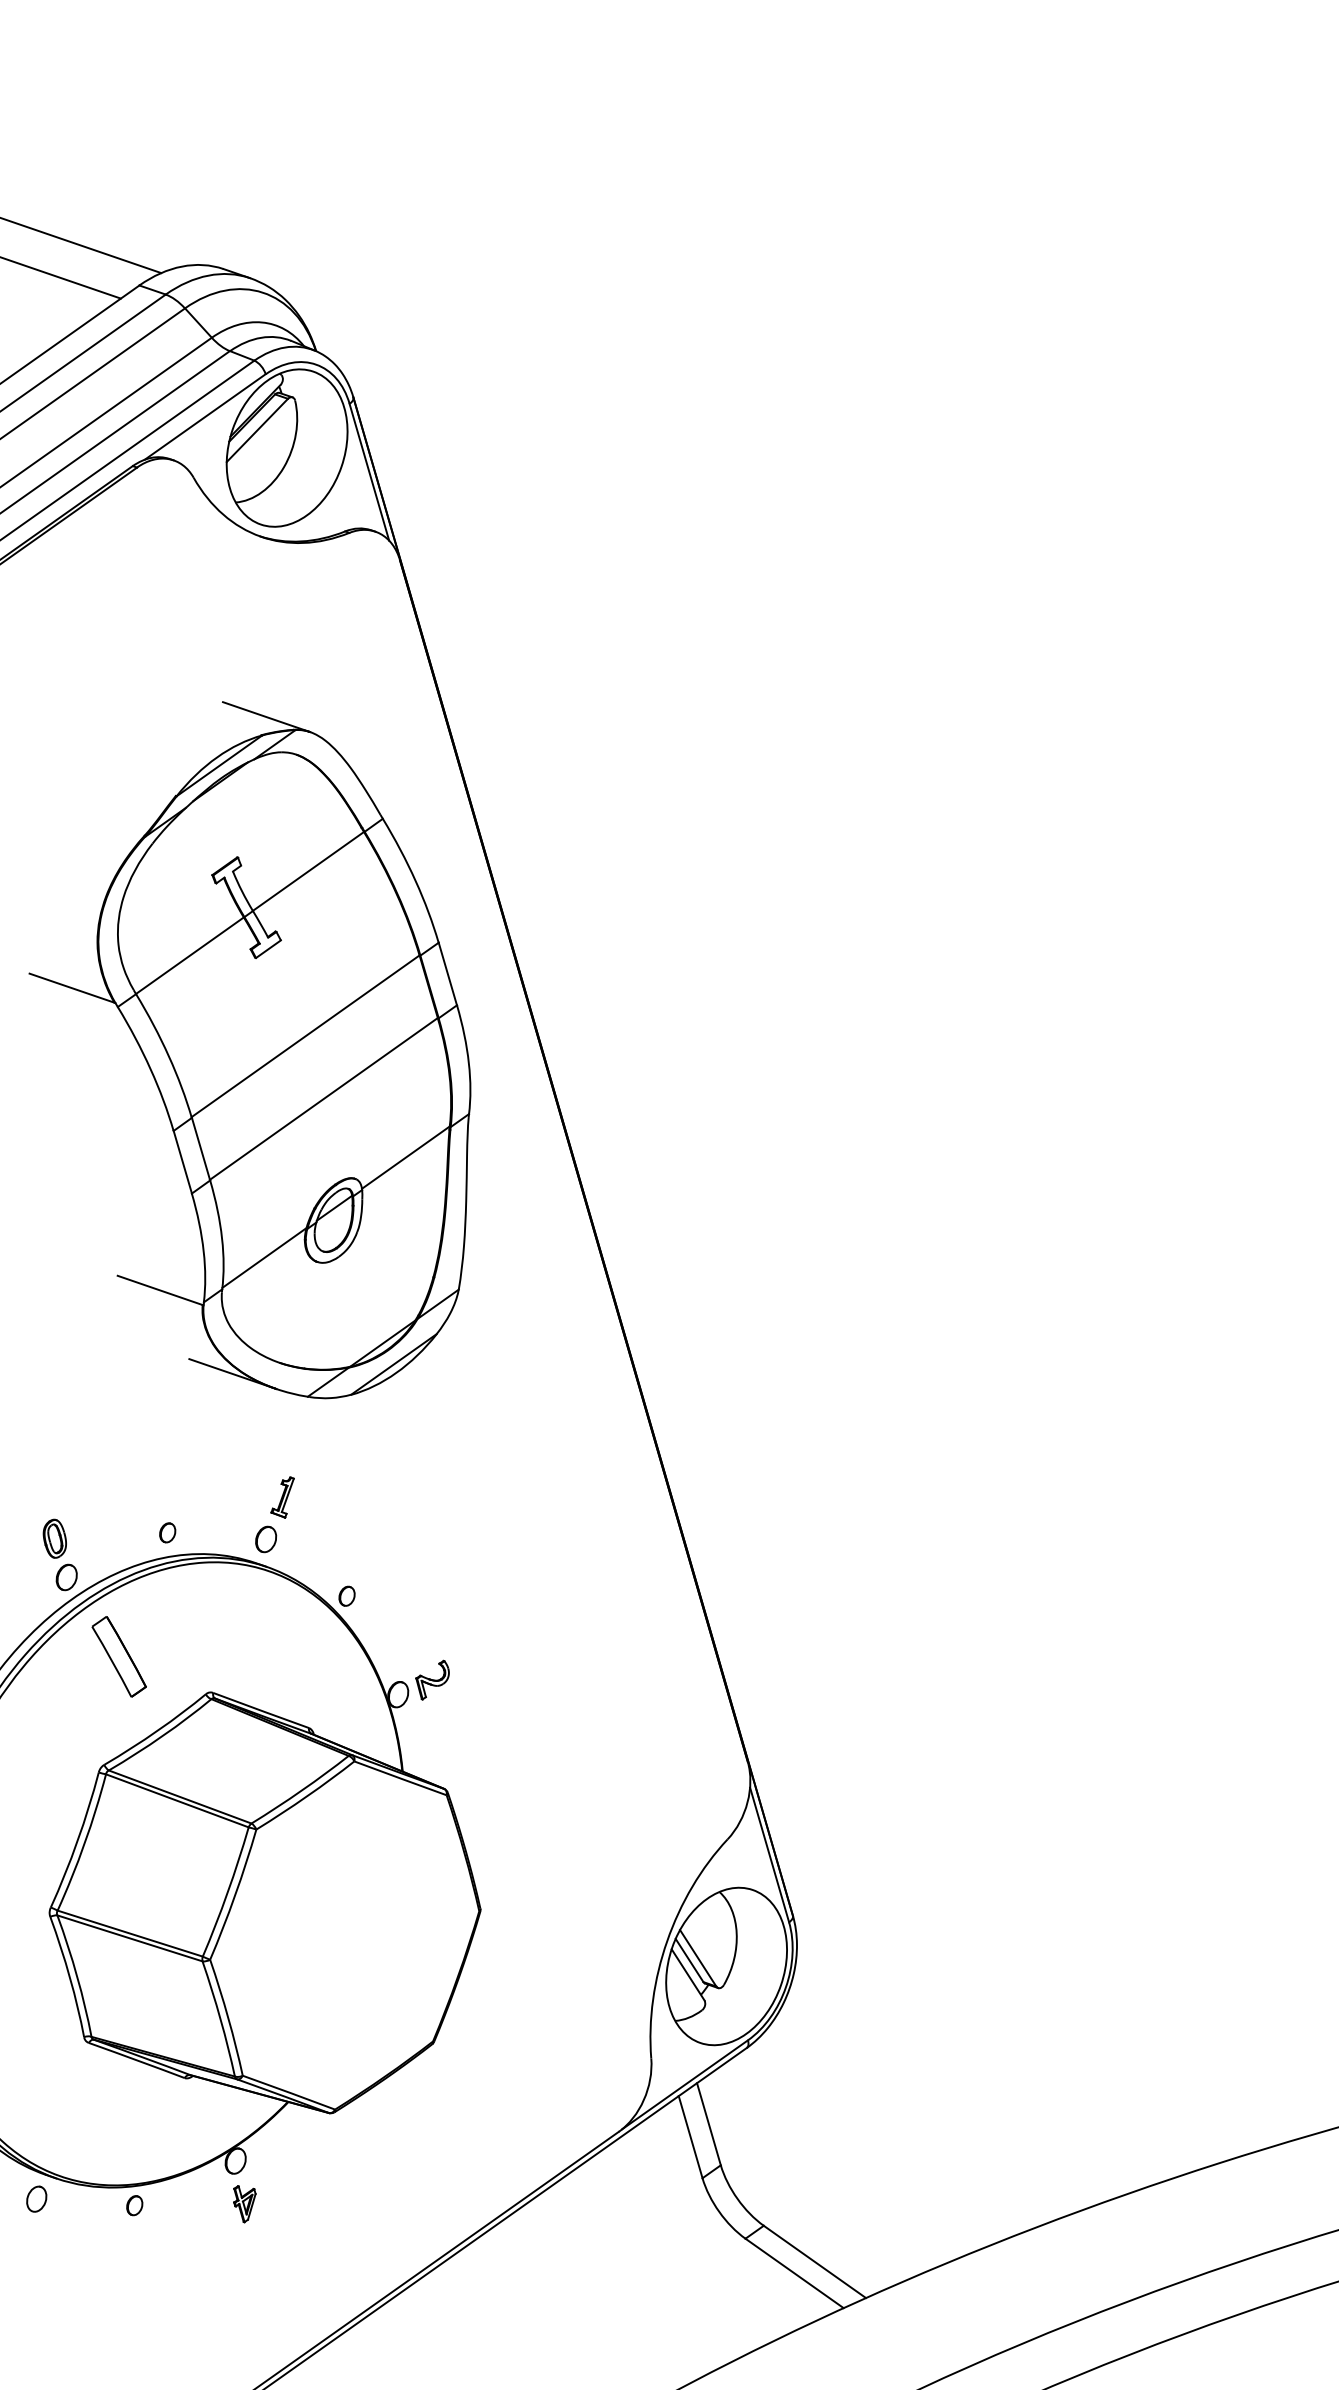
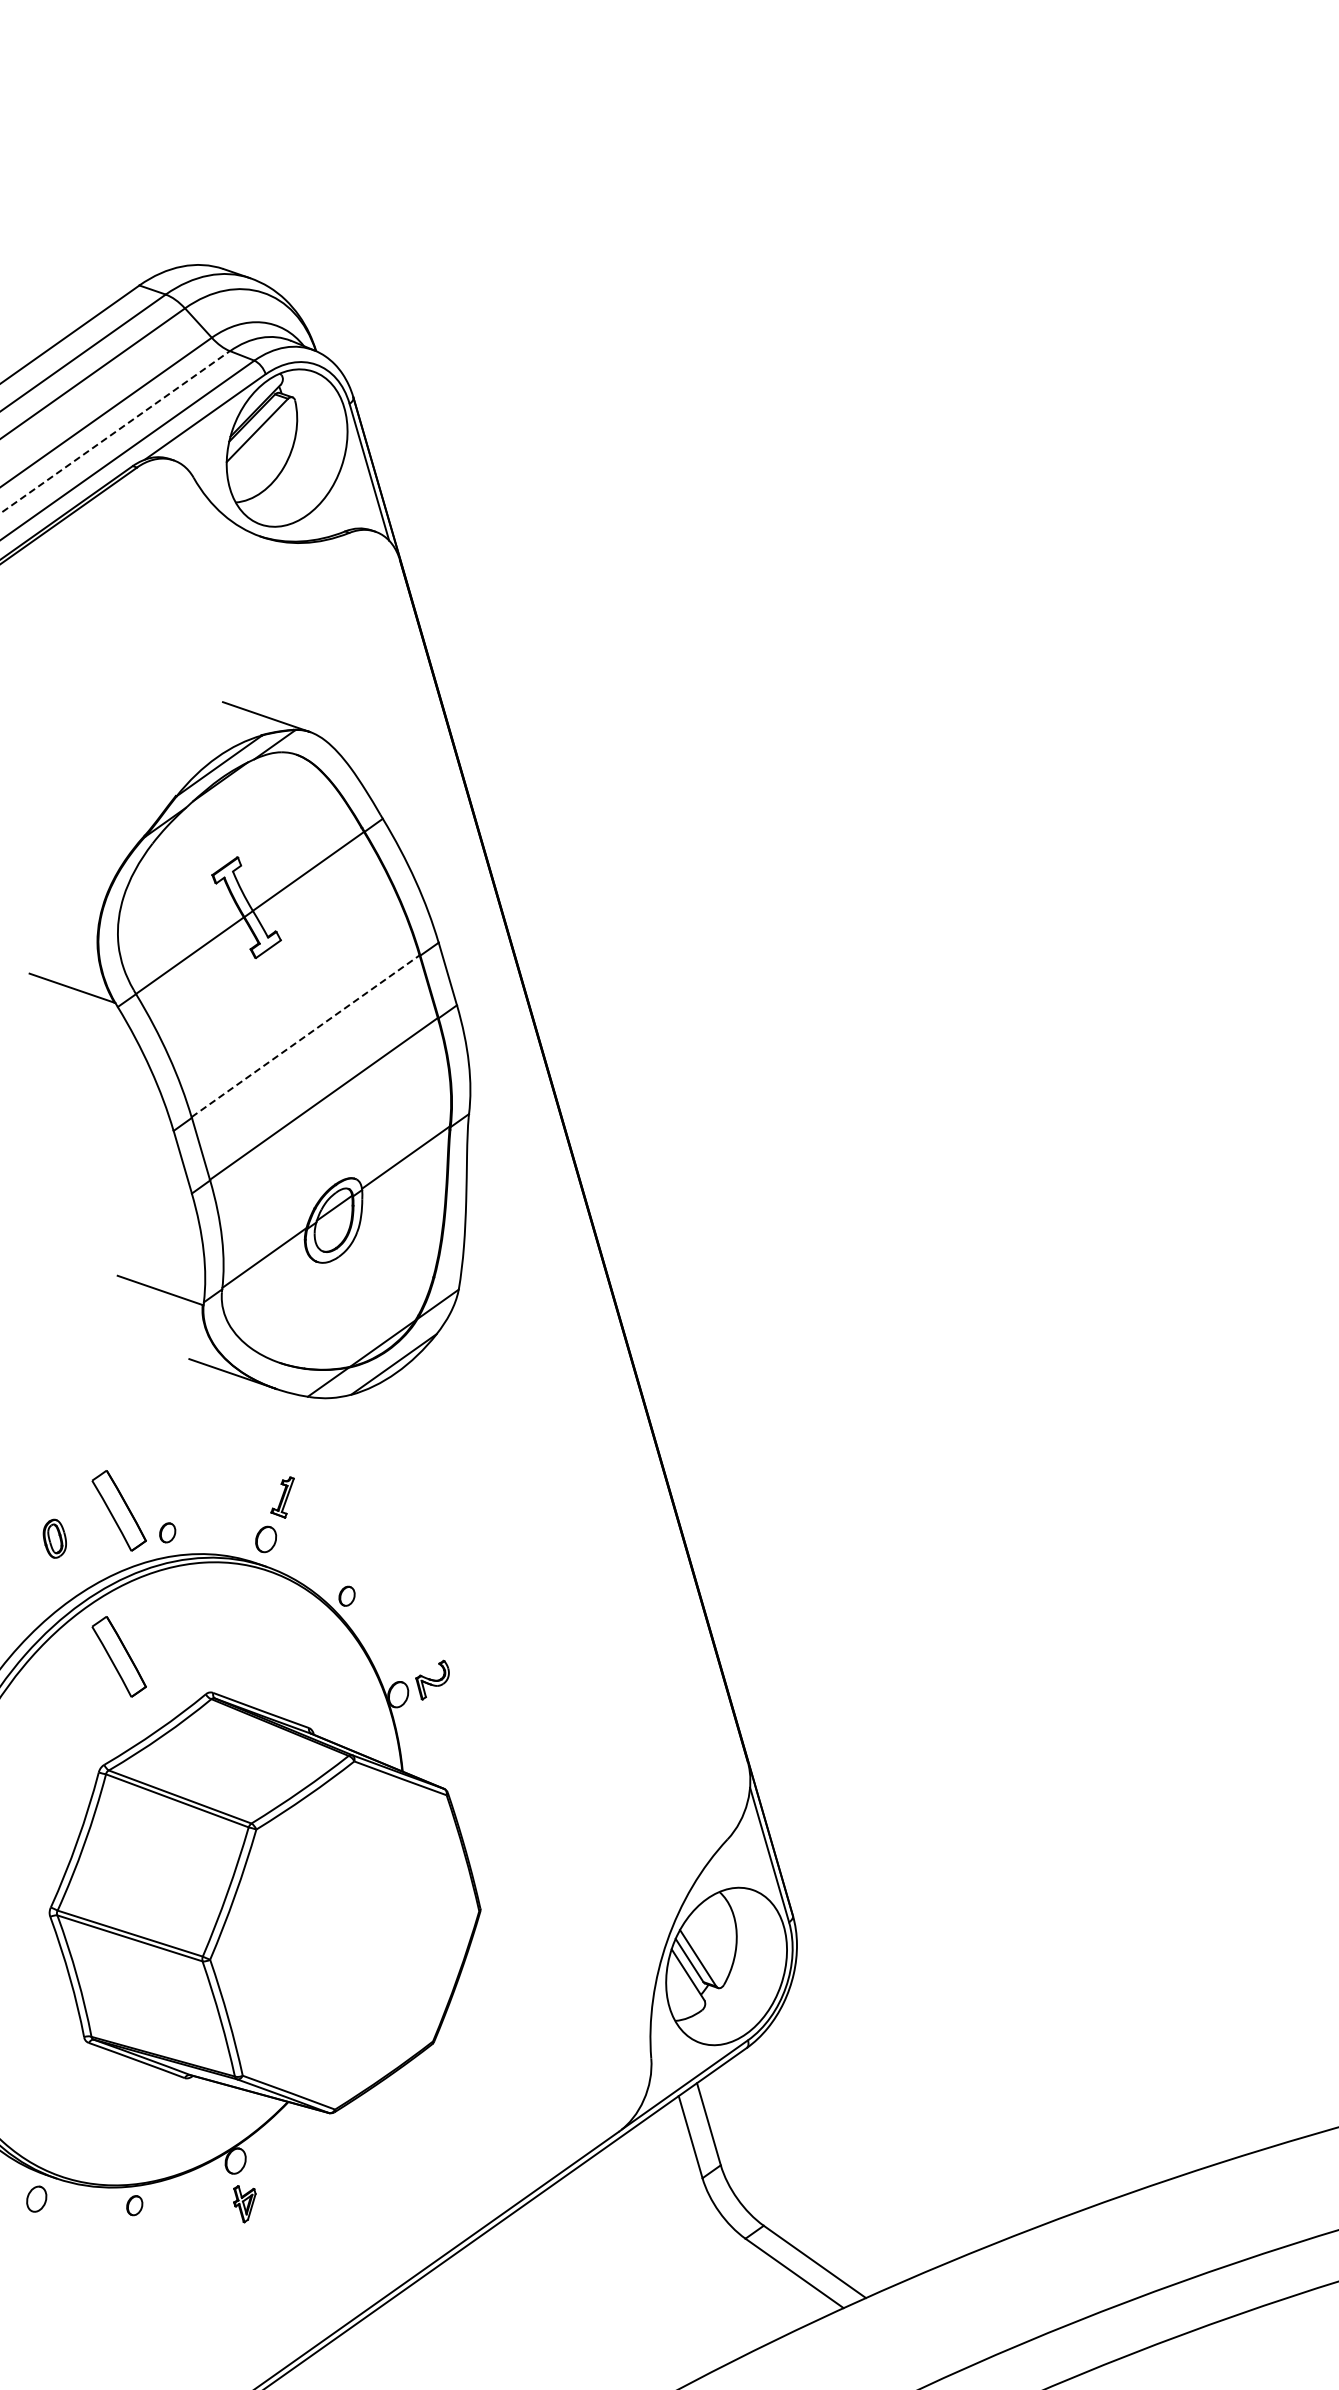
line at (81, 245): present -> none
line at (61, 277): present -> none
line at (115, 431): solid -> dashed
line at (305, 1036): solid -> dashed
part at (118, 1510): none -> present
part at (66, 1577): present -> none
